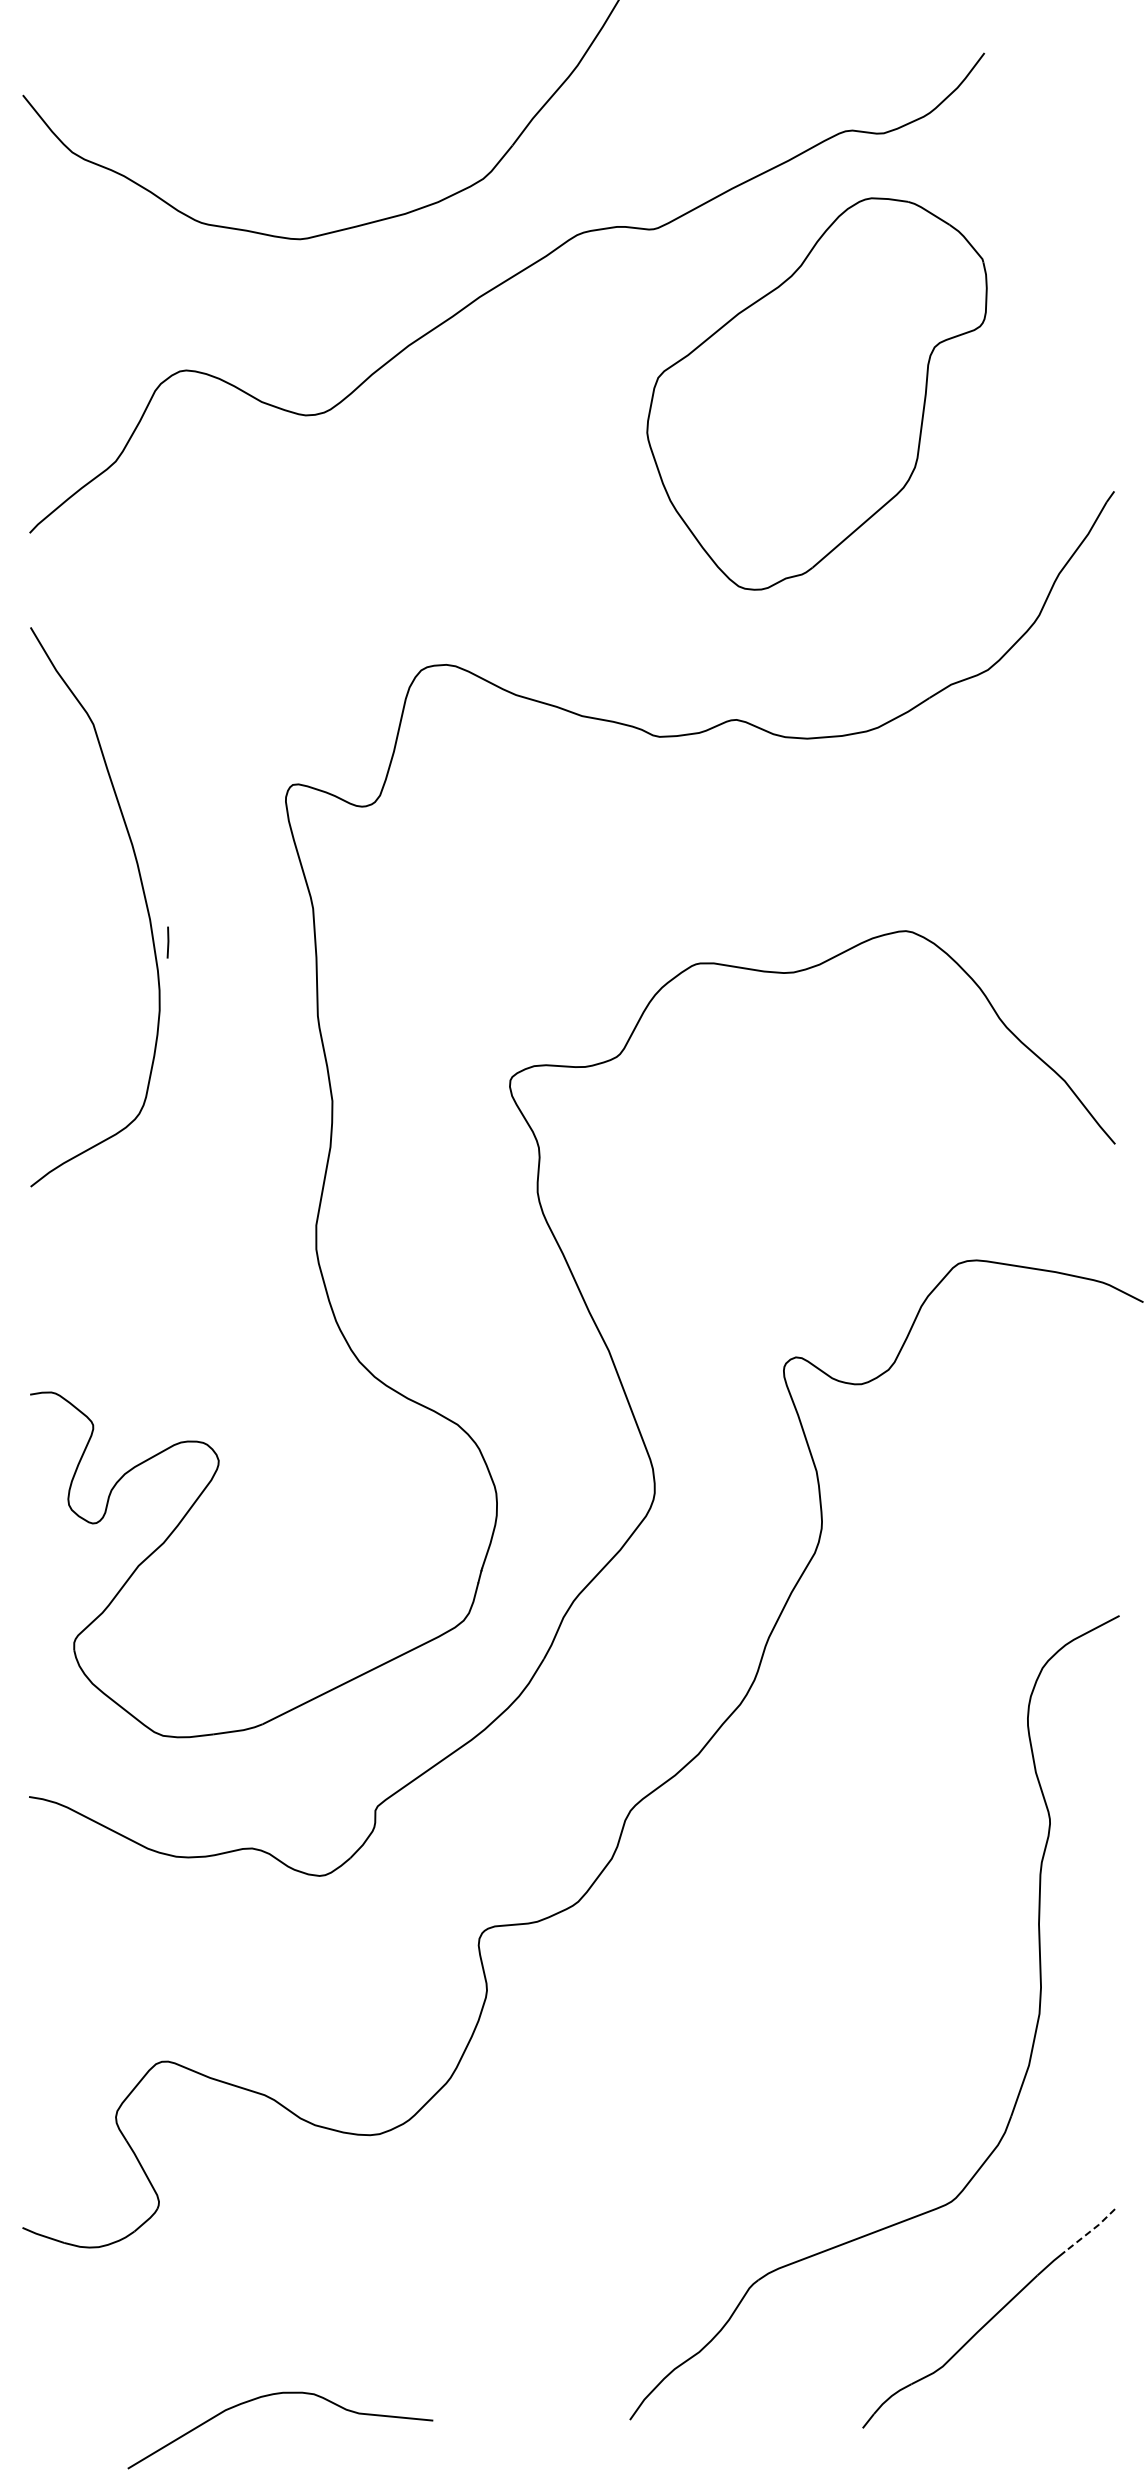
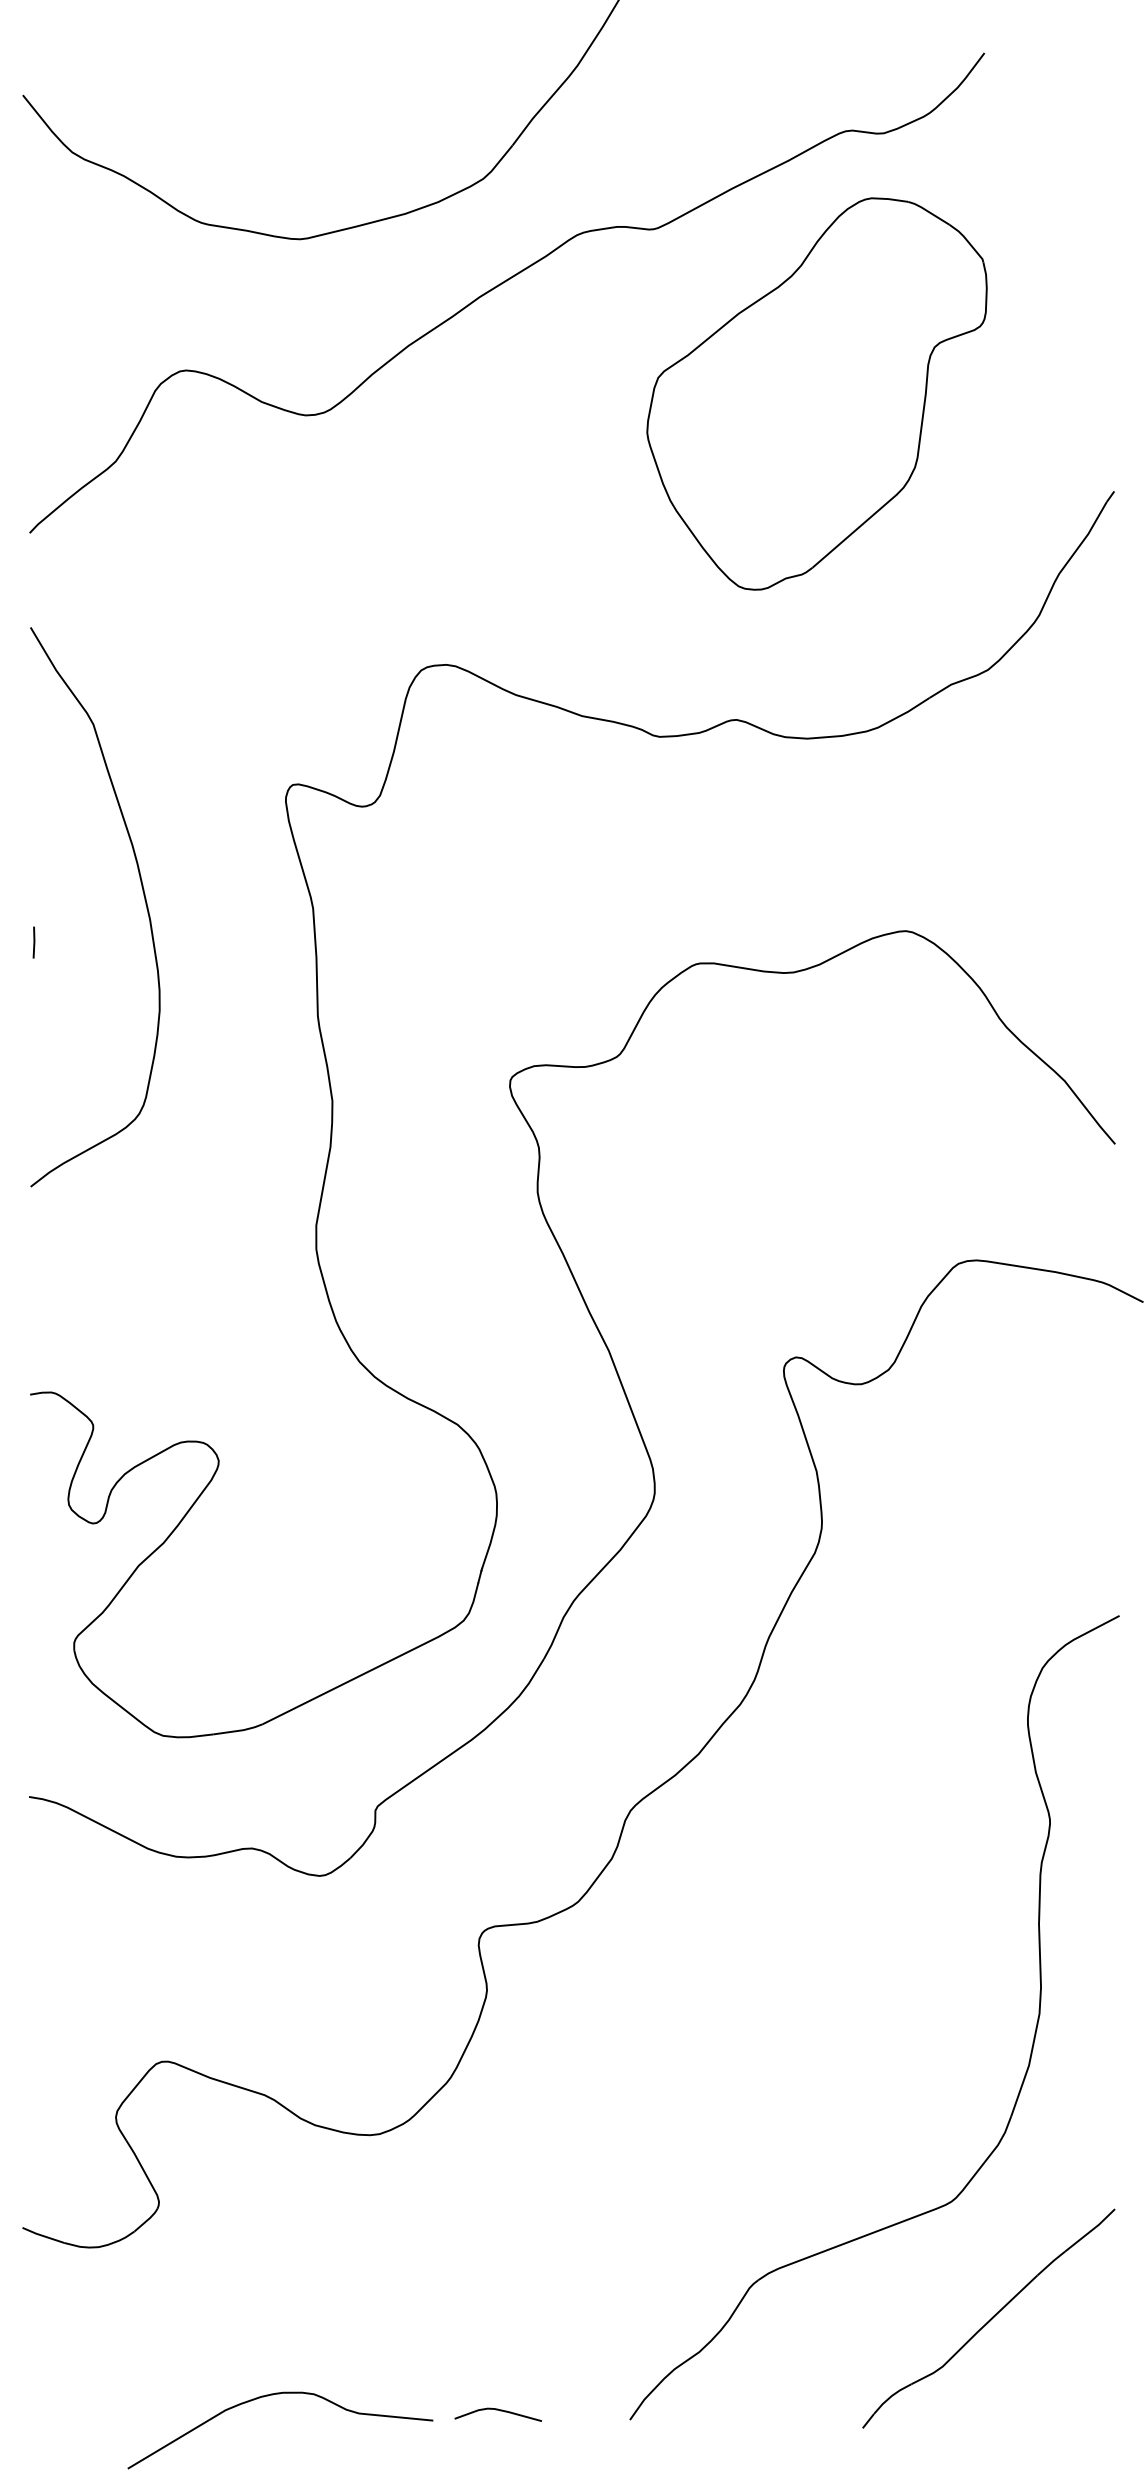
line at (167, 942) position: (167, 942) -> (33, 942)
line at (1091, 2230): dashed -> solid
curve at (497, 2410): none -> present
